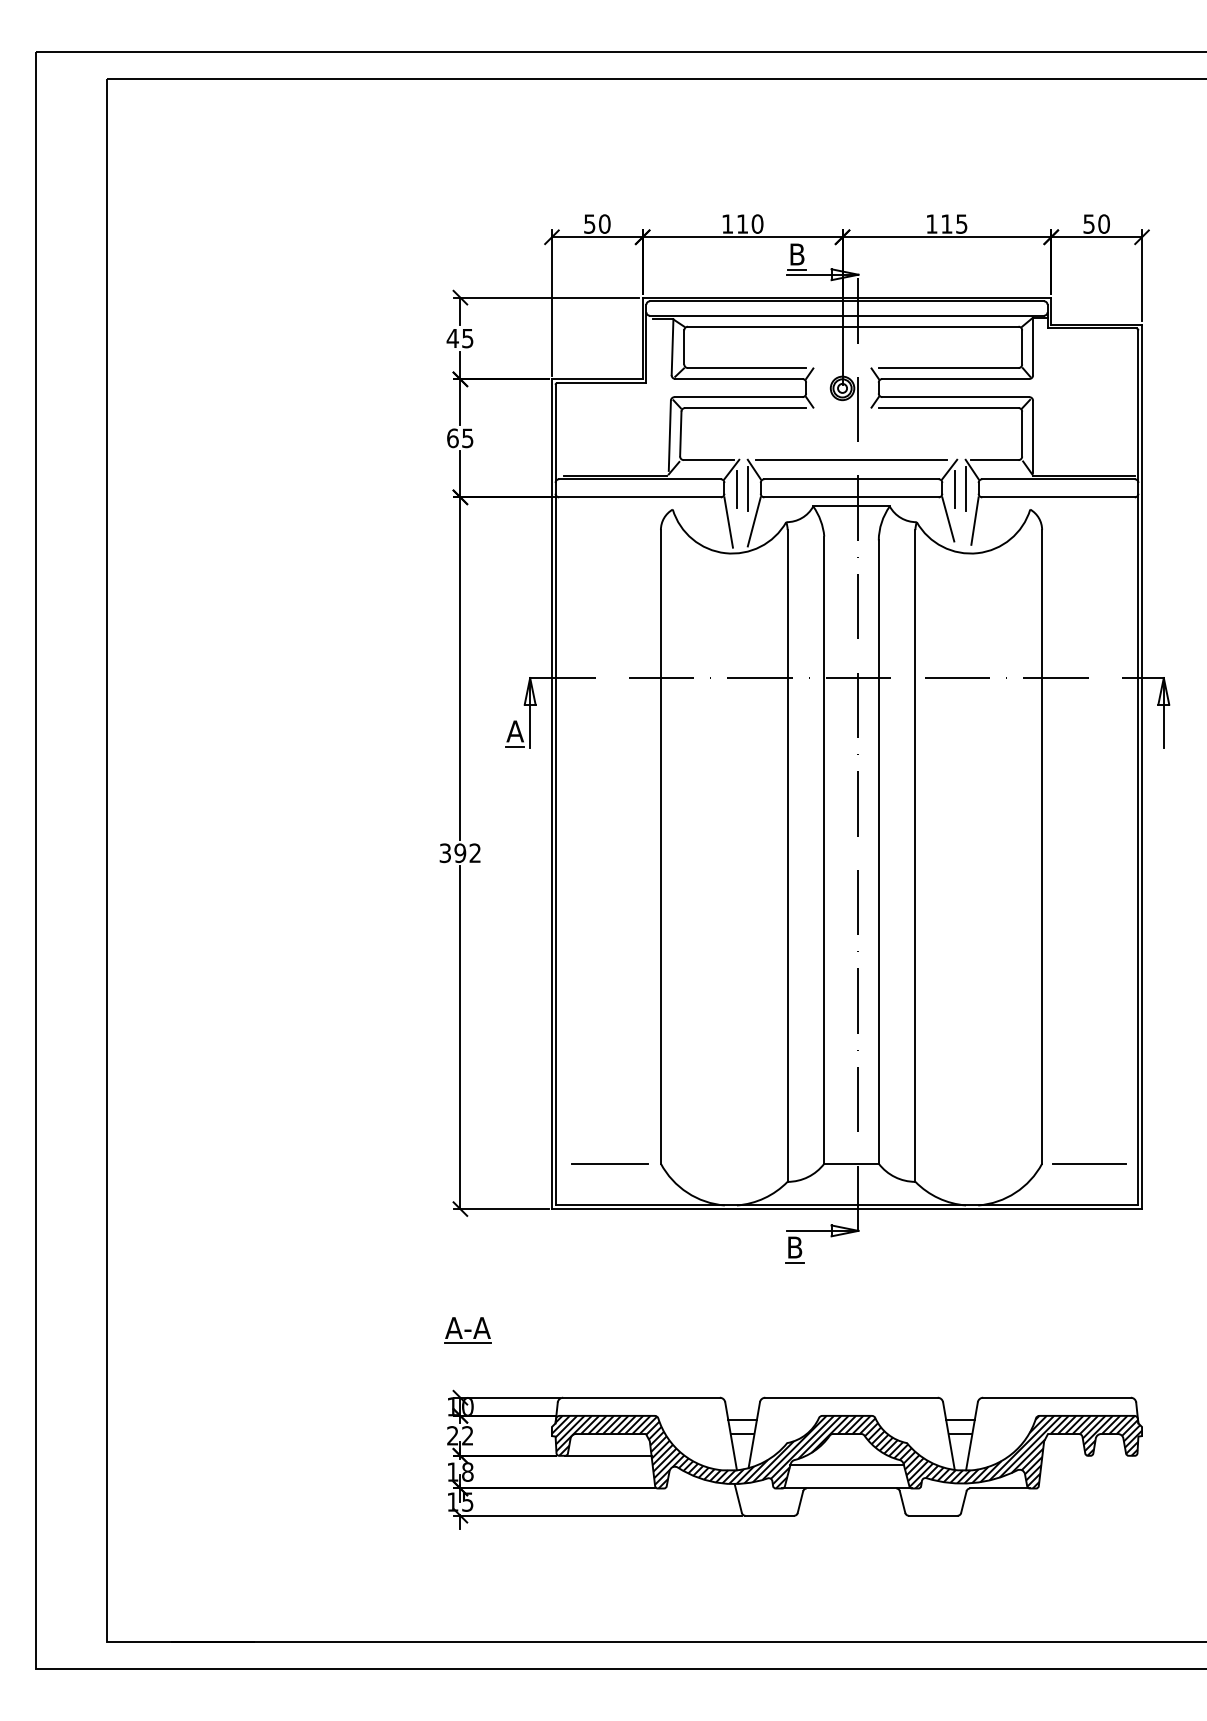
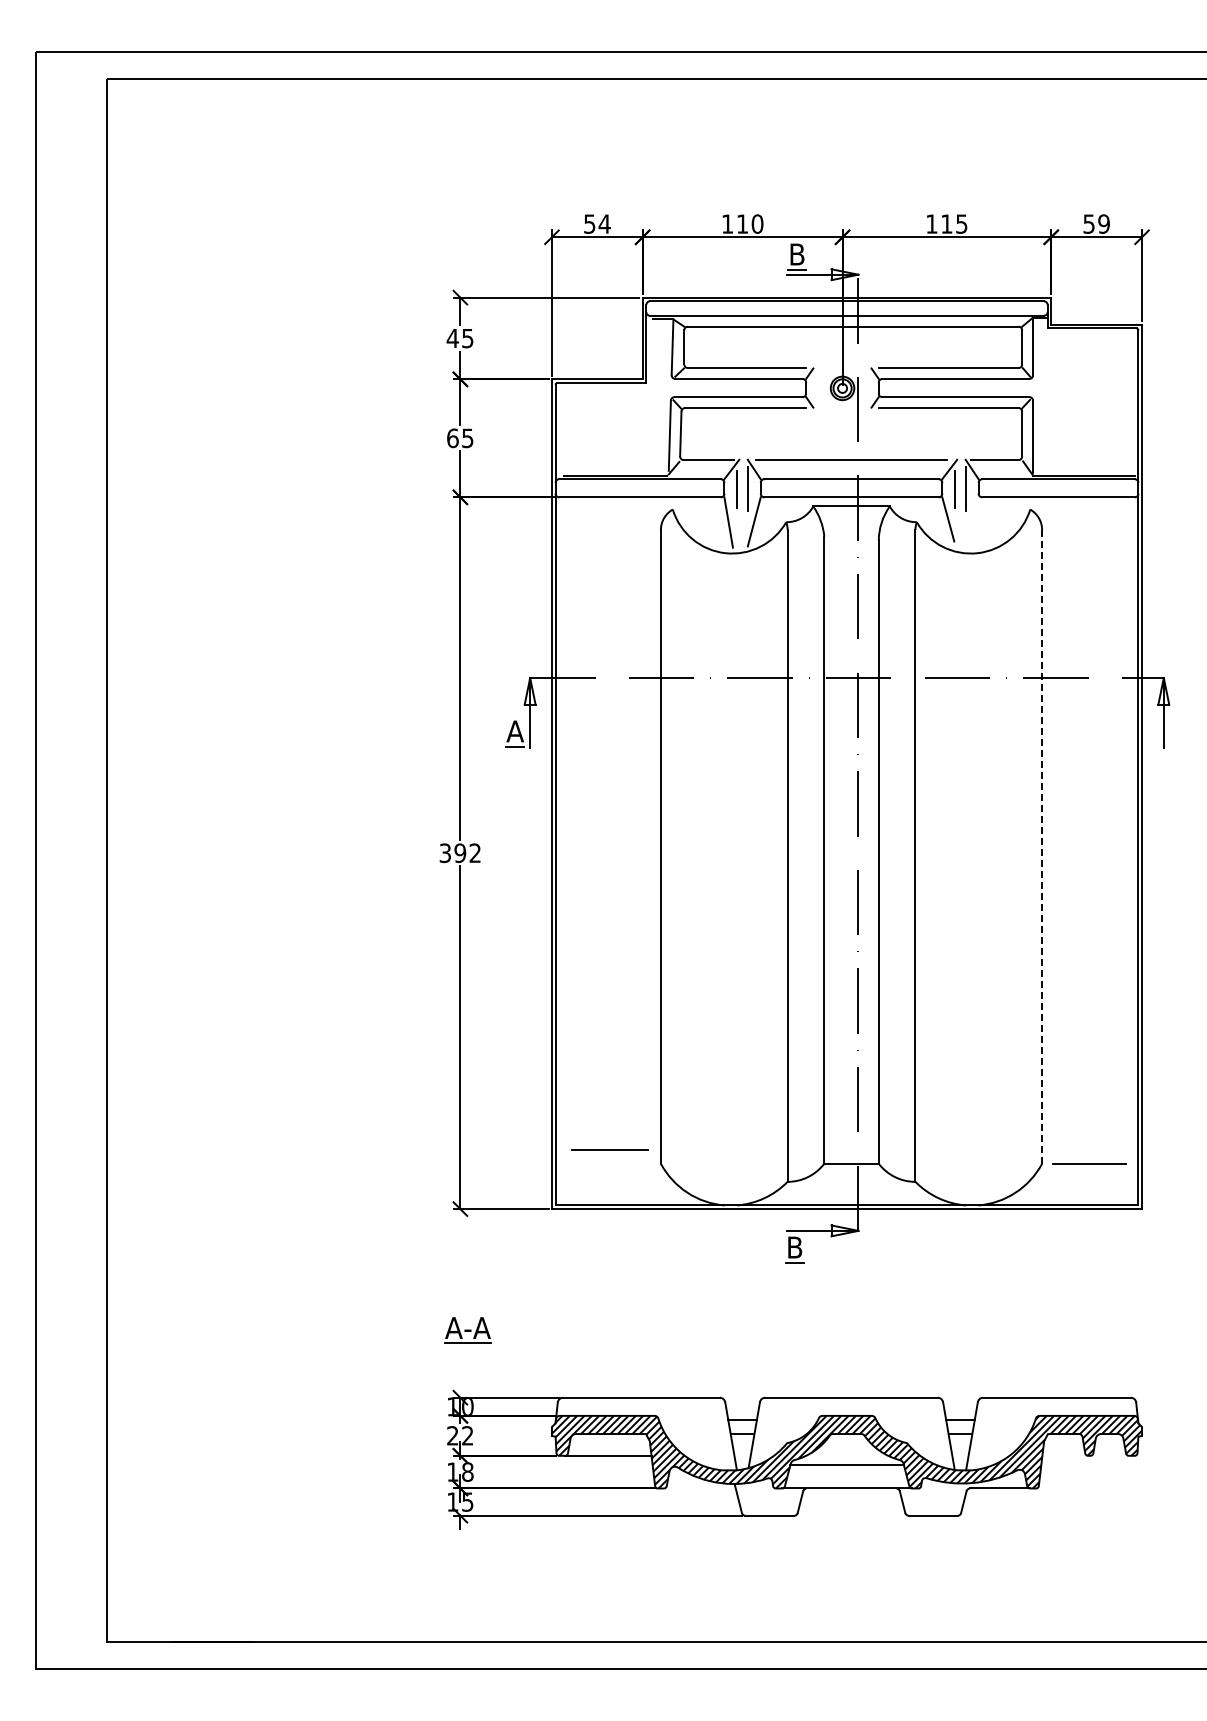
text at (604, 223): 50 -> 54
text at (1103, 223): 50 -> 59
line at (974, 520): present -> none
line at (1042, 846): solid -> dashed
line at (609, 1163) position: (609, 1163) -> (609, 1149)
